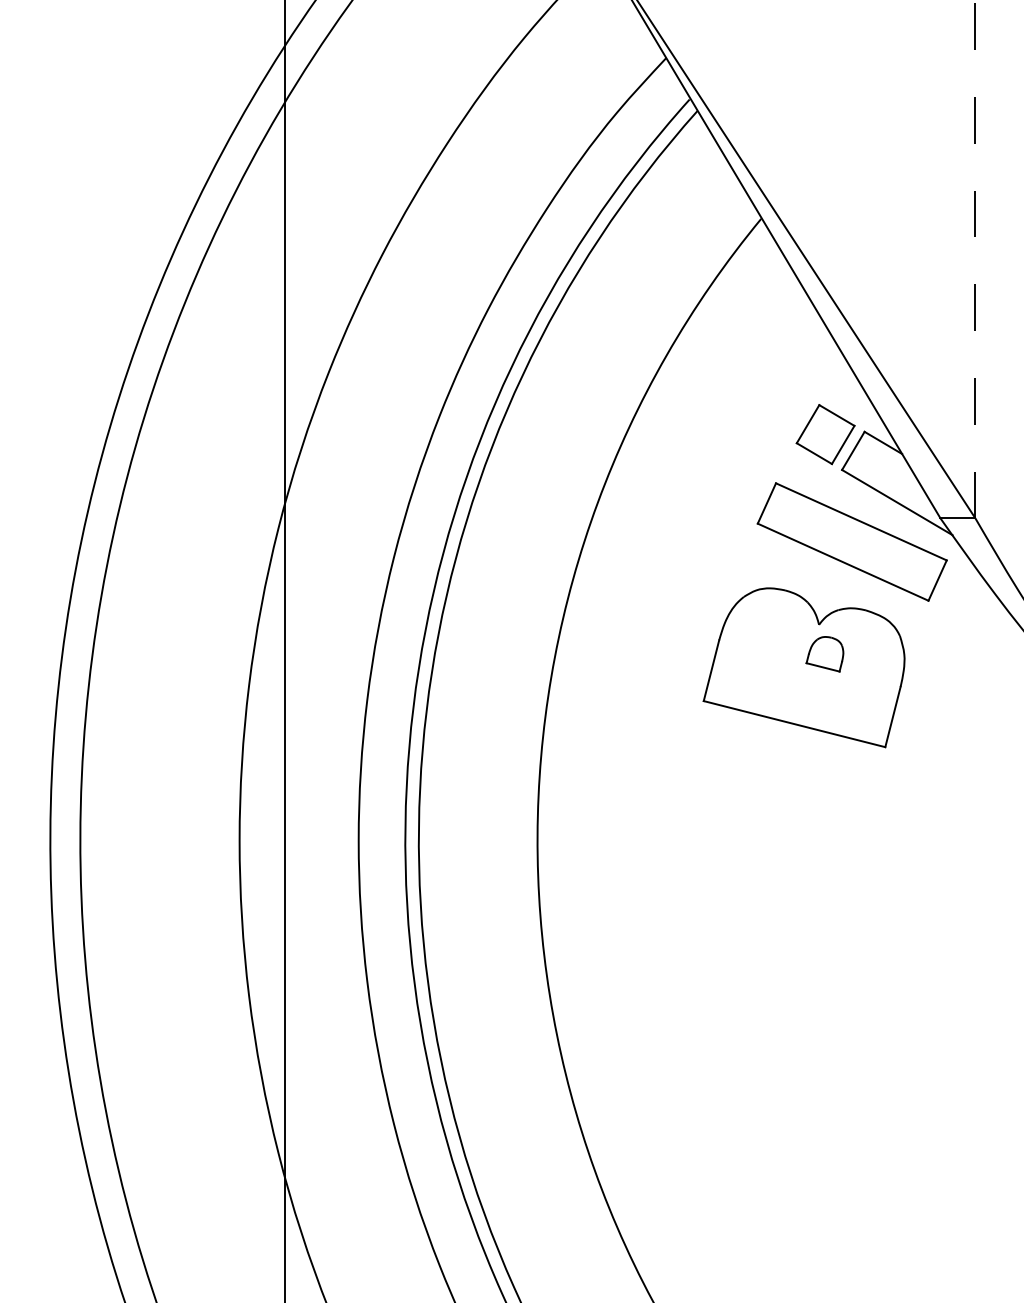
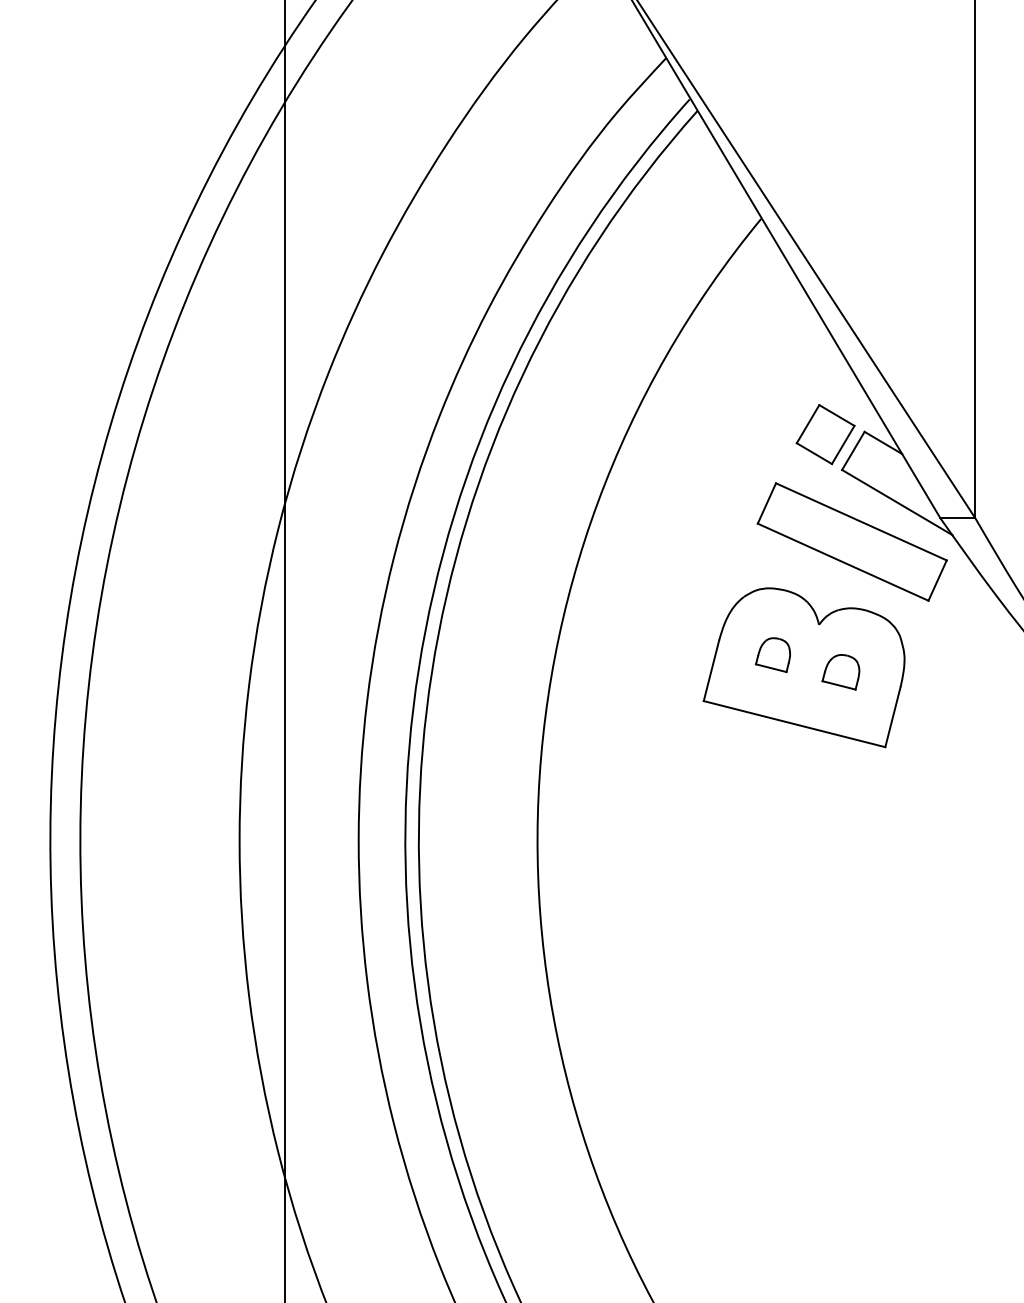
line at (975, 259): dashed -> solid
part at (772, 654): none -> present
part at (824, 654) position: (824, 654) -> (840, 672)
